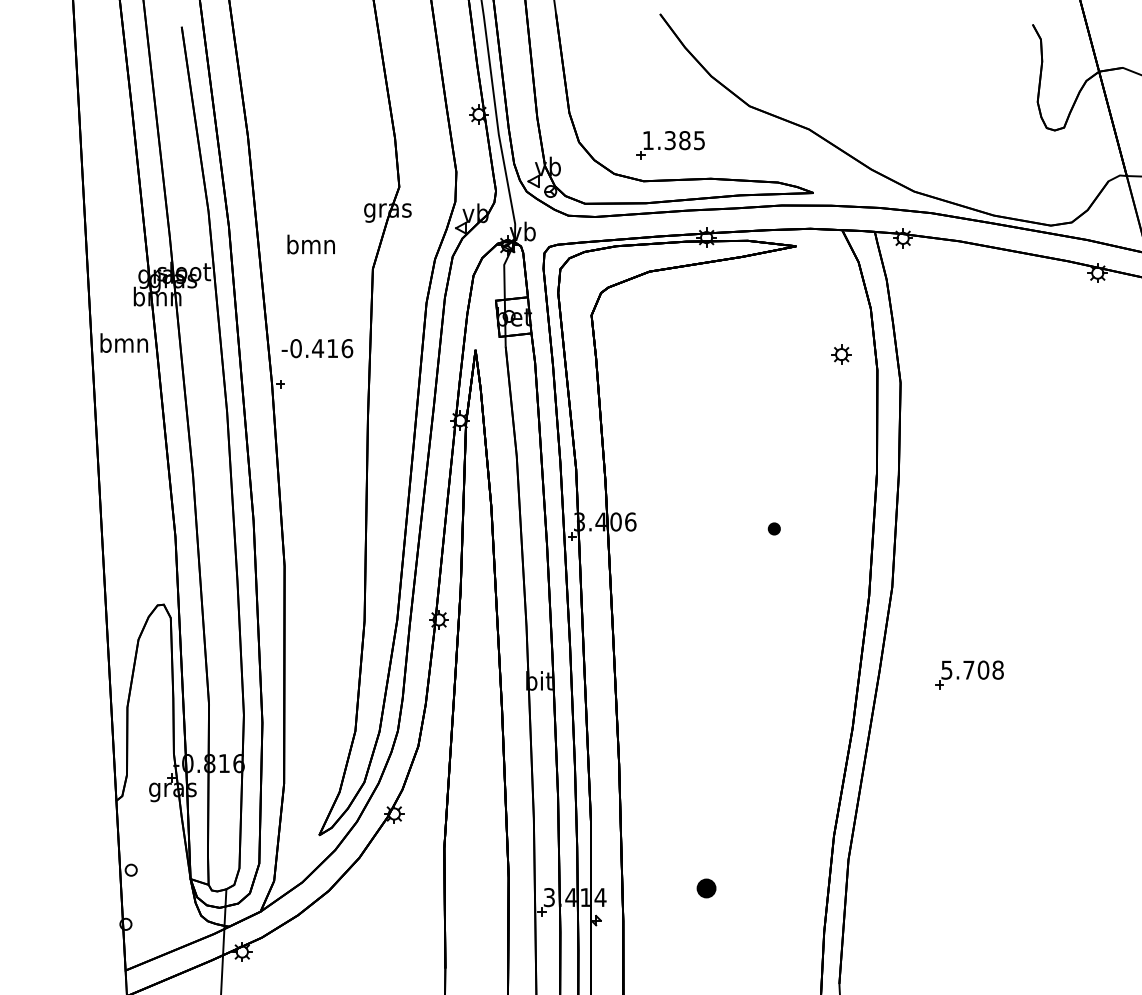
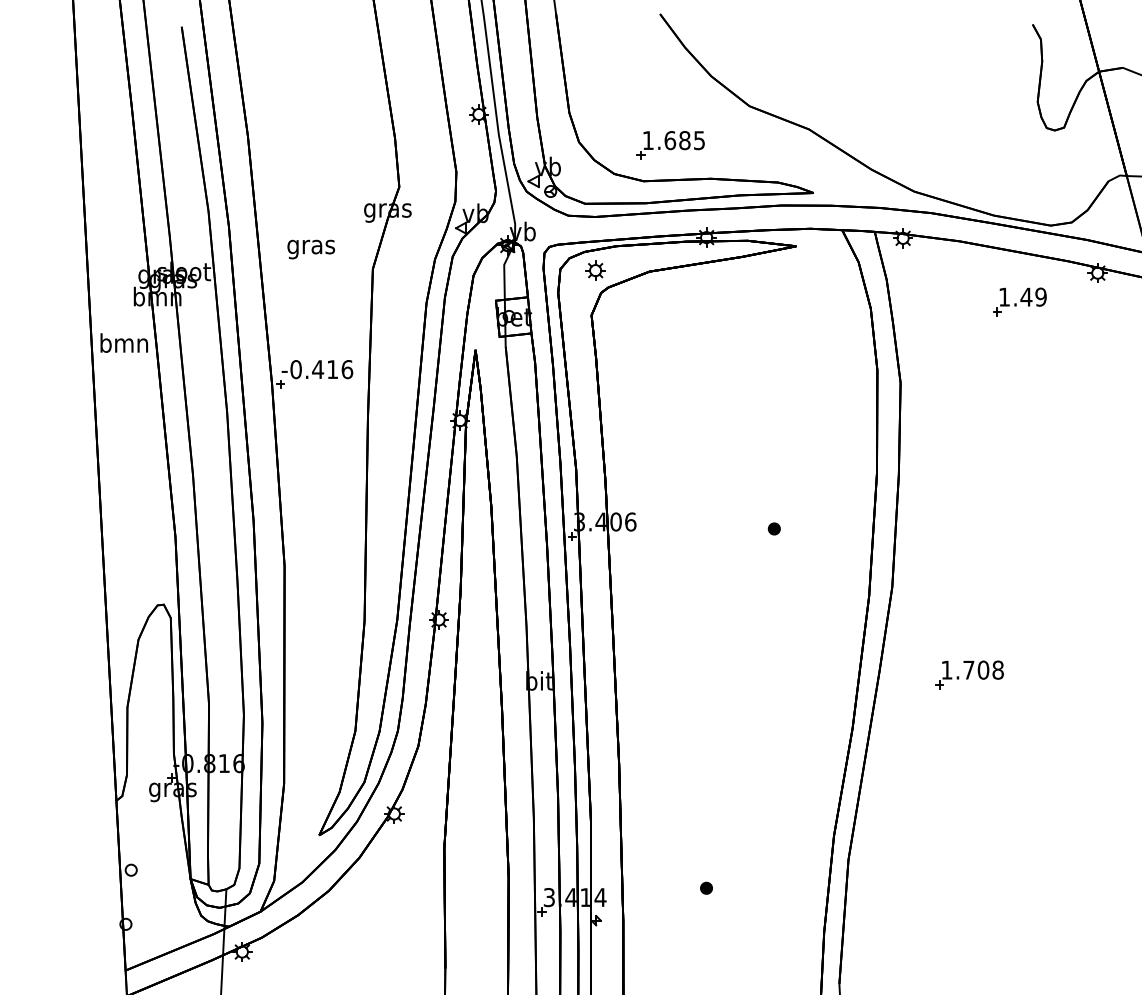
text at (670, 140): 1.385 -> 1.685
text at (310, 246): bmn -> gras
part at (1019, 301): none -> present
text at (317, 348) position: (317, 348) -> (317, 369)
part at (841, 354) position: (841, 354) -> (595, 270)
text at (946, 669): 5.708 -> 1.708
part at (706, 888) size: 21x21 px -> 13x14 px
